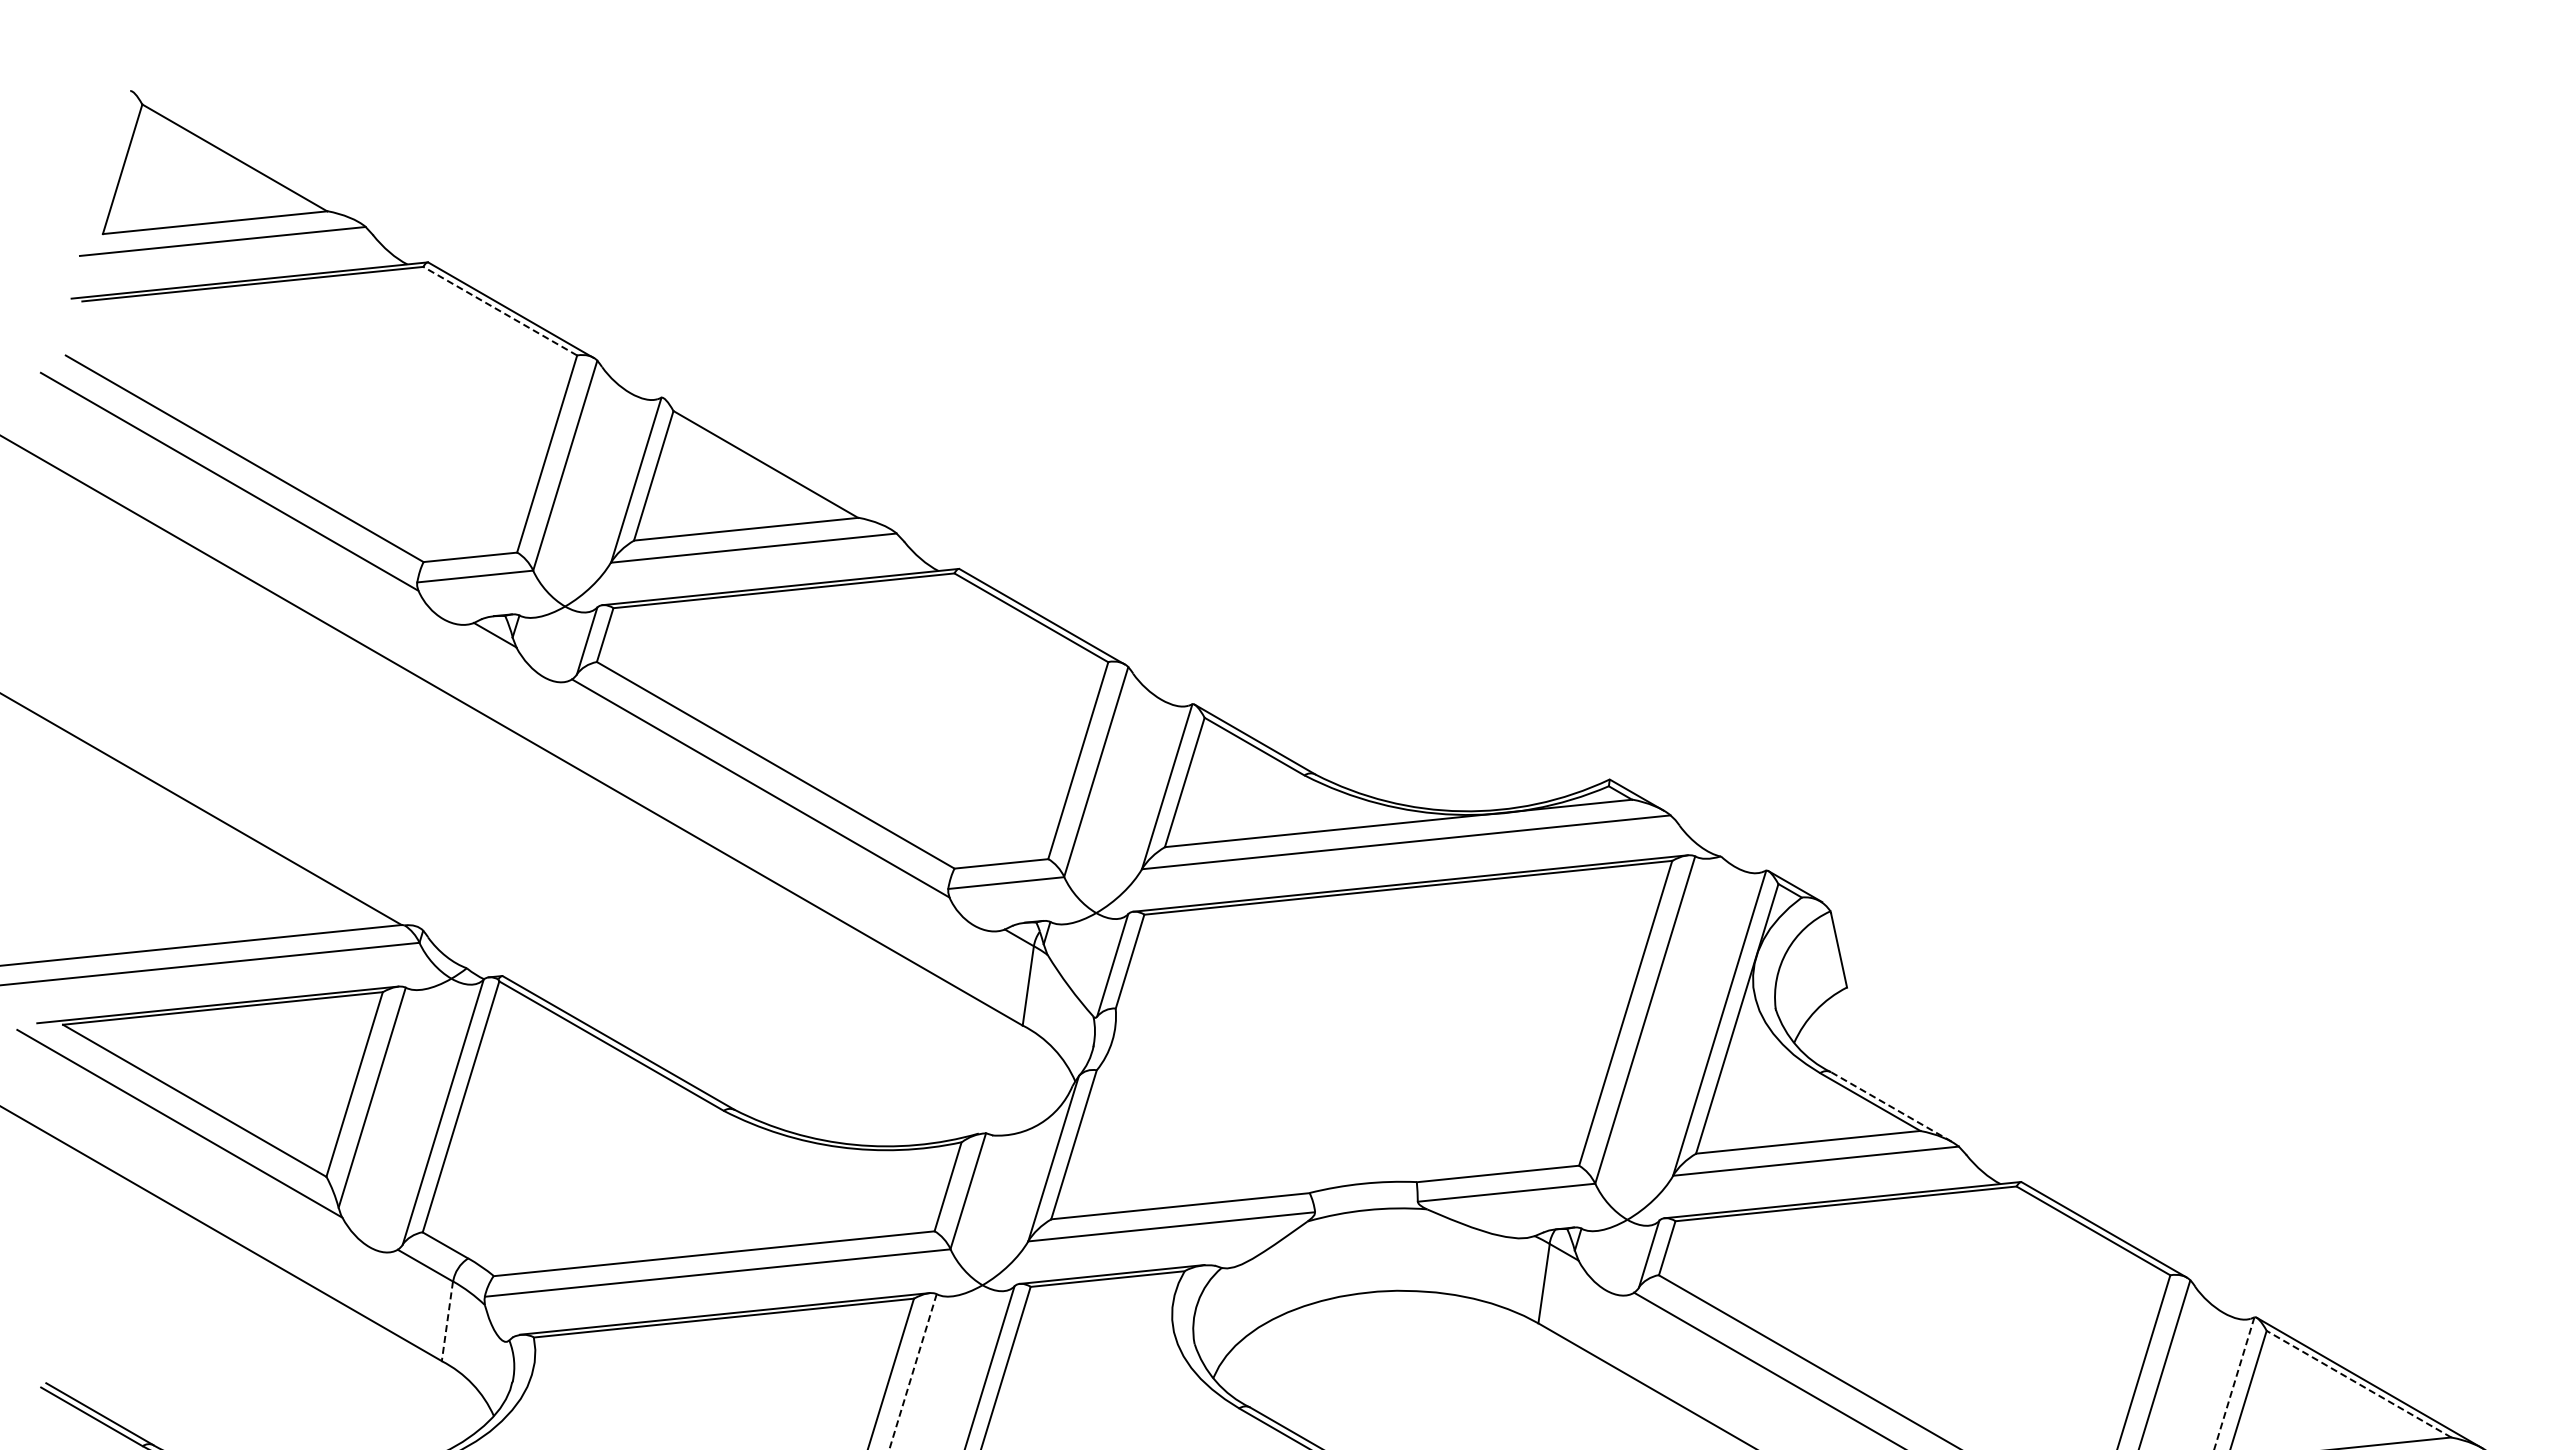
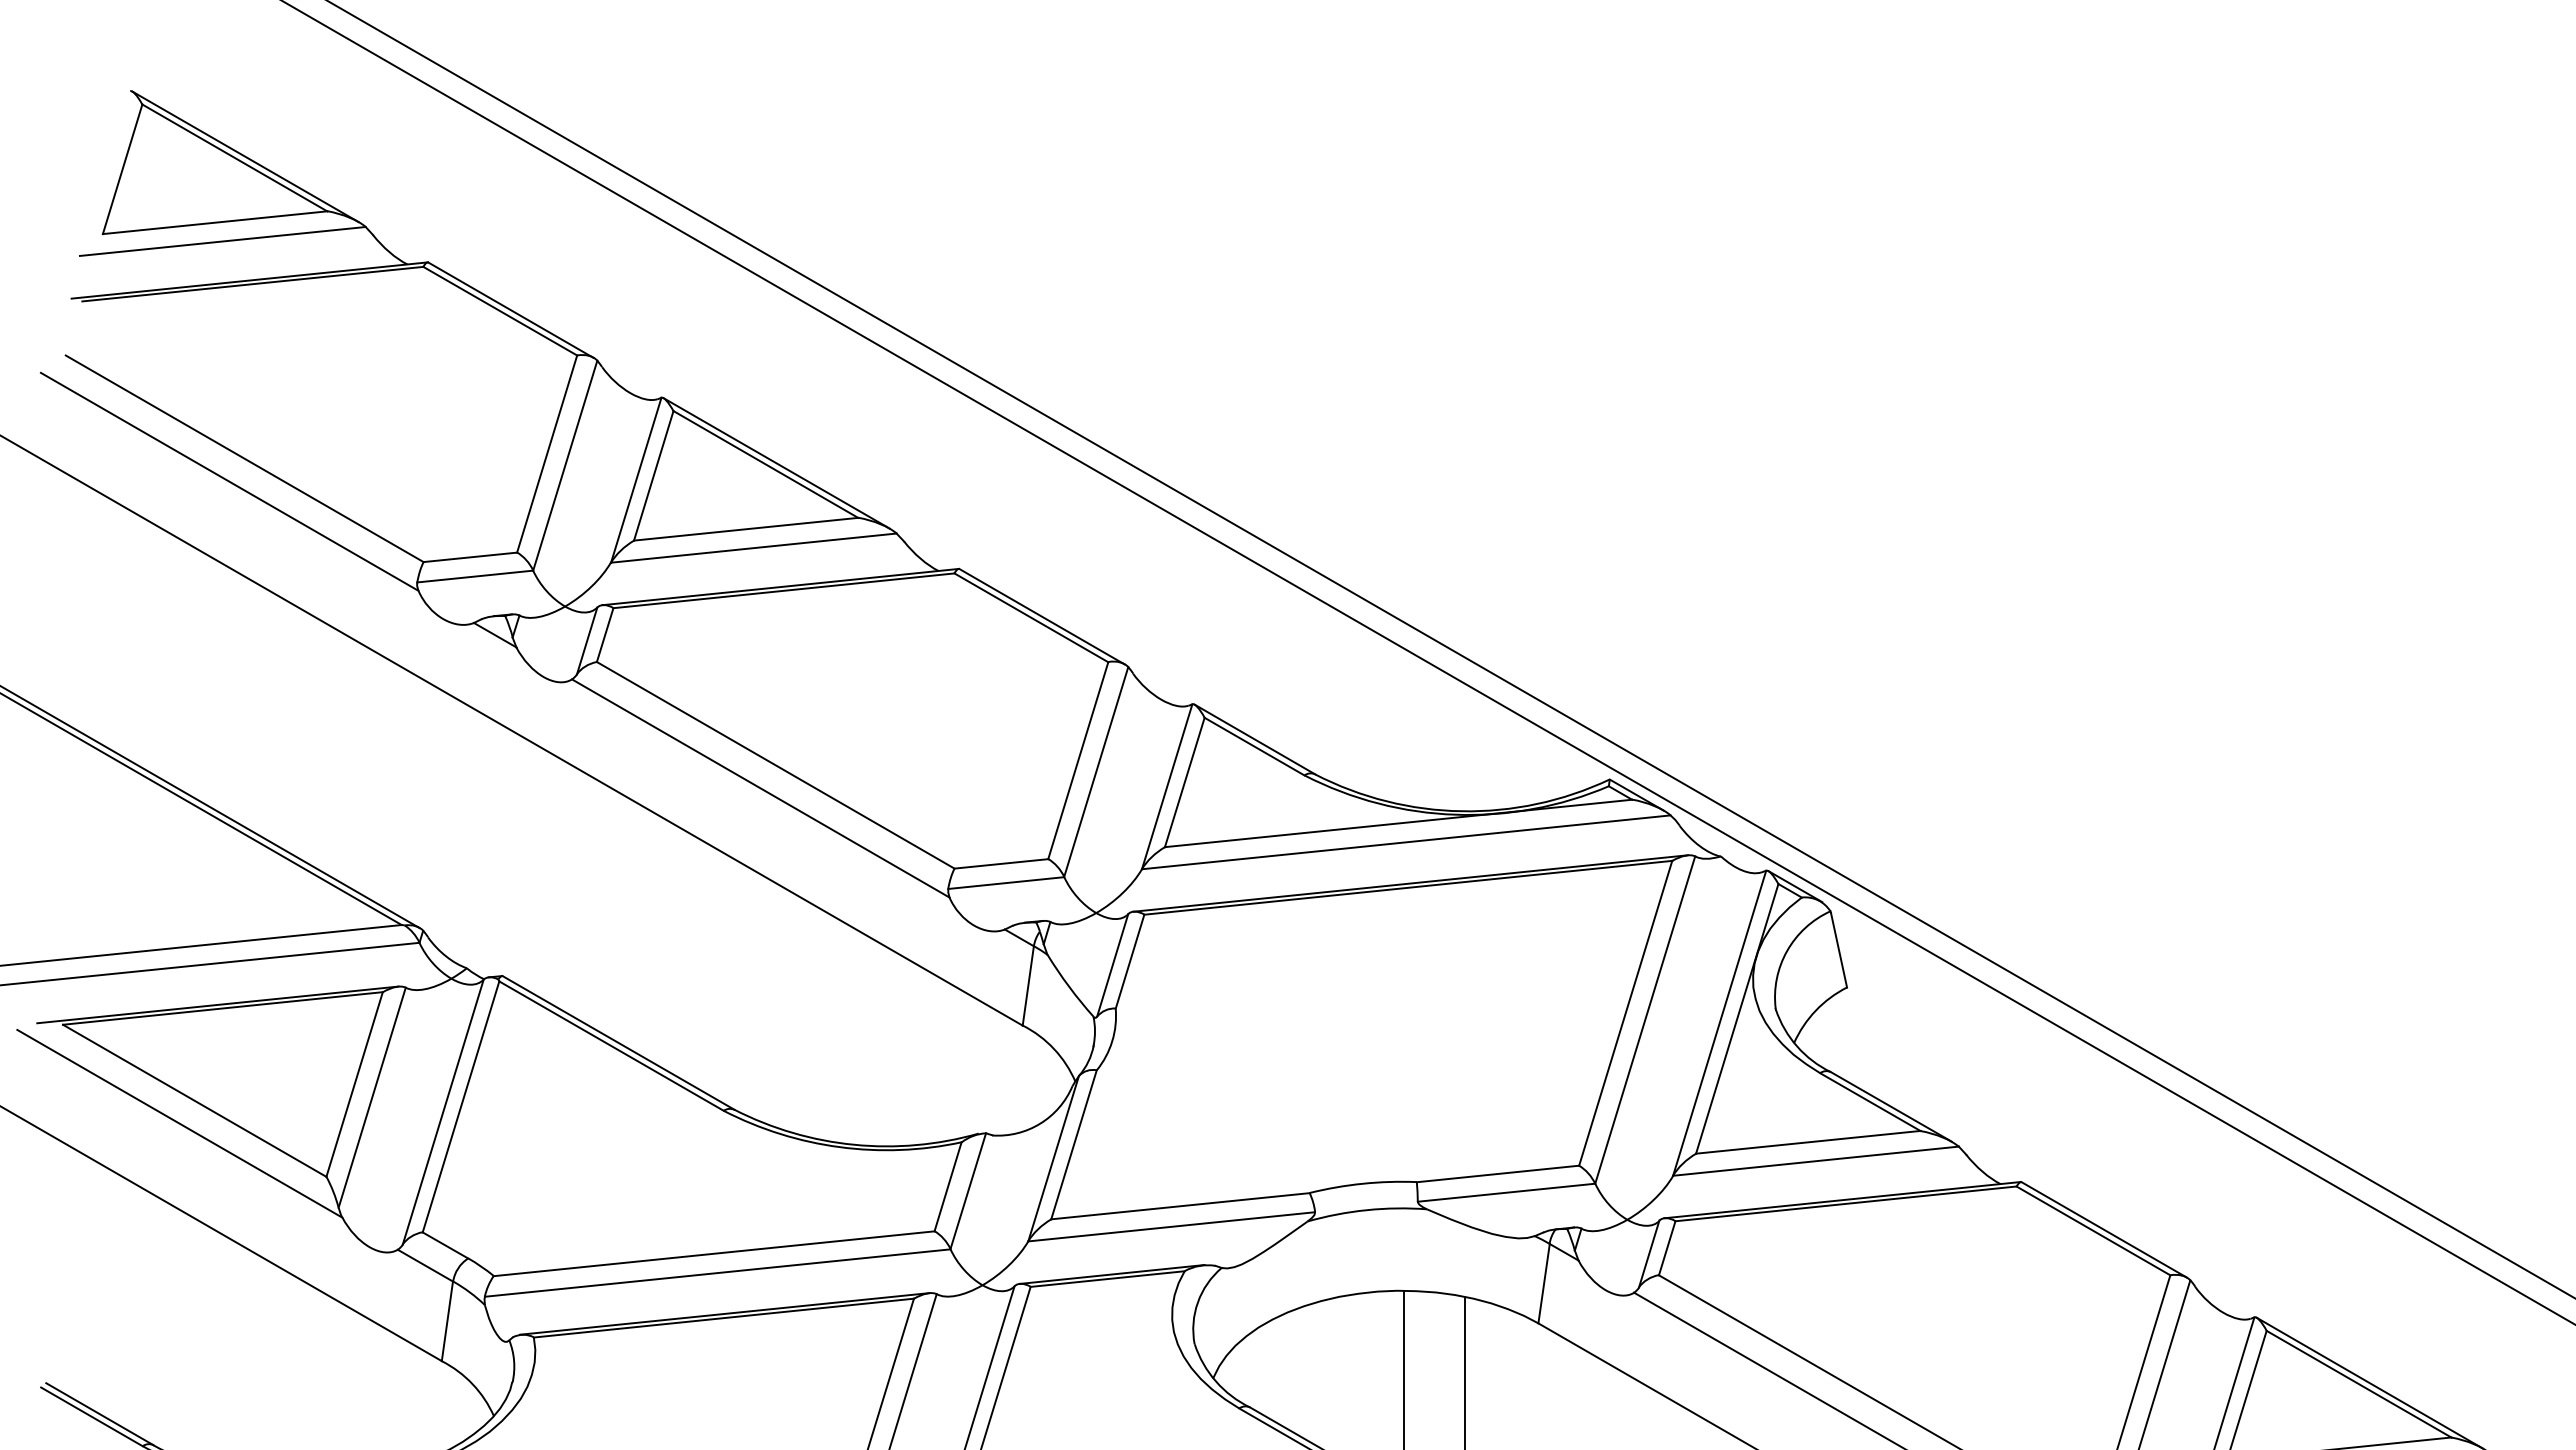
line at (245, 156): none -> present
line at (500, 311): dashed -> solid
line at (776, 463): none -> present
line at (1450, 649): none -> present
line at (1428, 662): none -> present
line at (210, 807): none -> present
line at (1891, 1106): dashed -> solid
line at (447, 1321): dashed -> solid
line at (1404, 1368): none -> present
line at (1464, 1371): none -> present
line at (912, 1372): dashed -> solid
line at (2234, 1384): dashed -> solid
line at (2359, 1384): dashed -> solid
